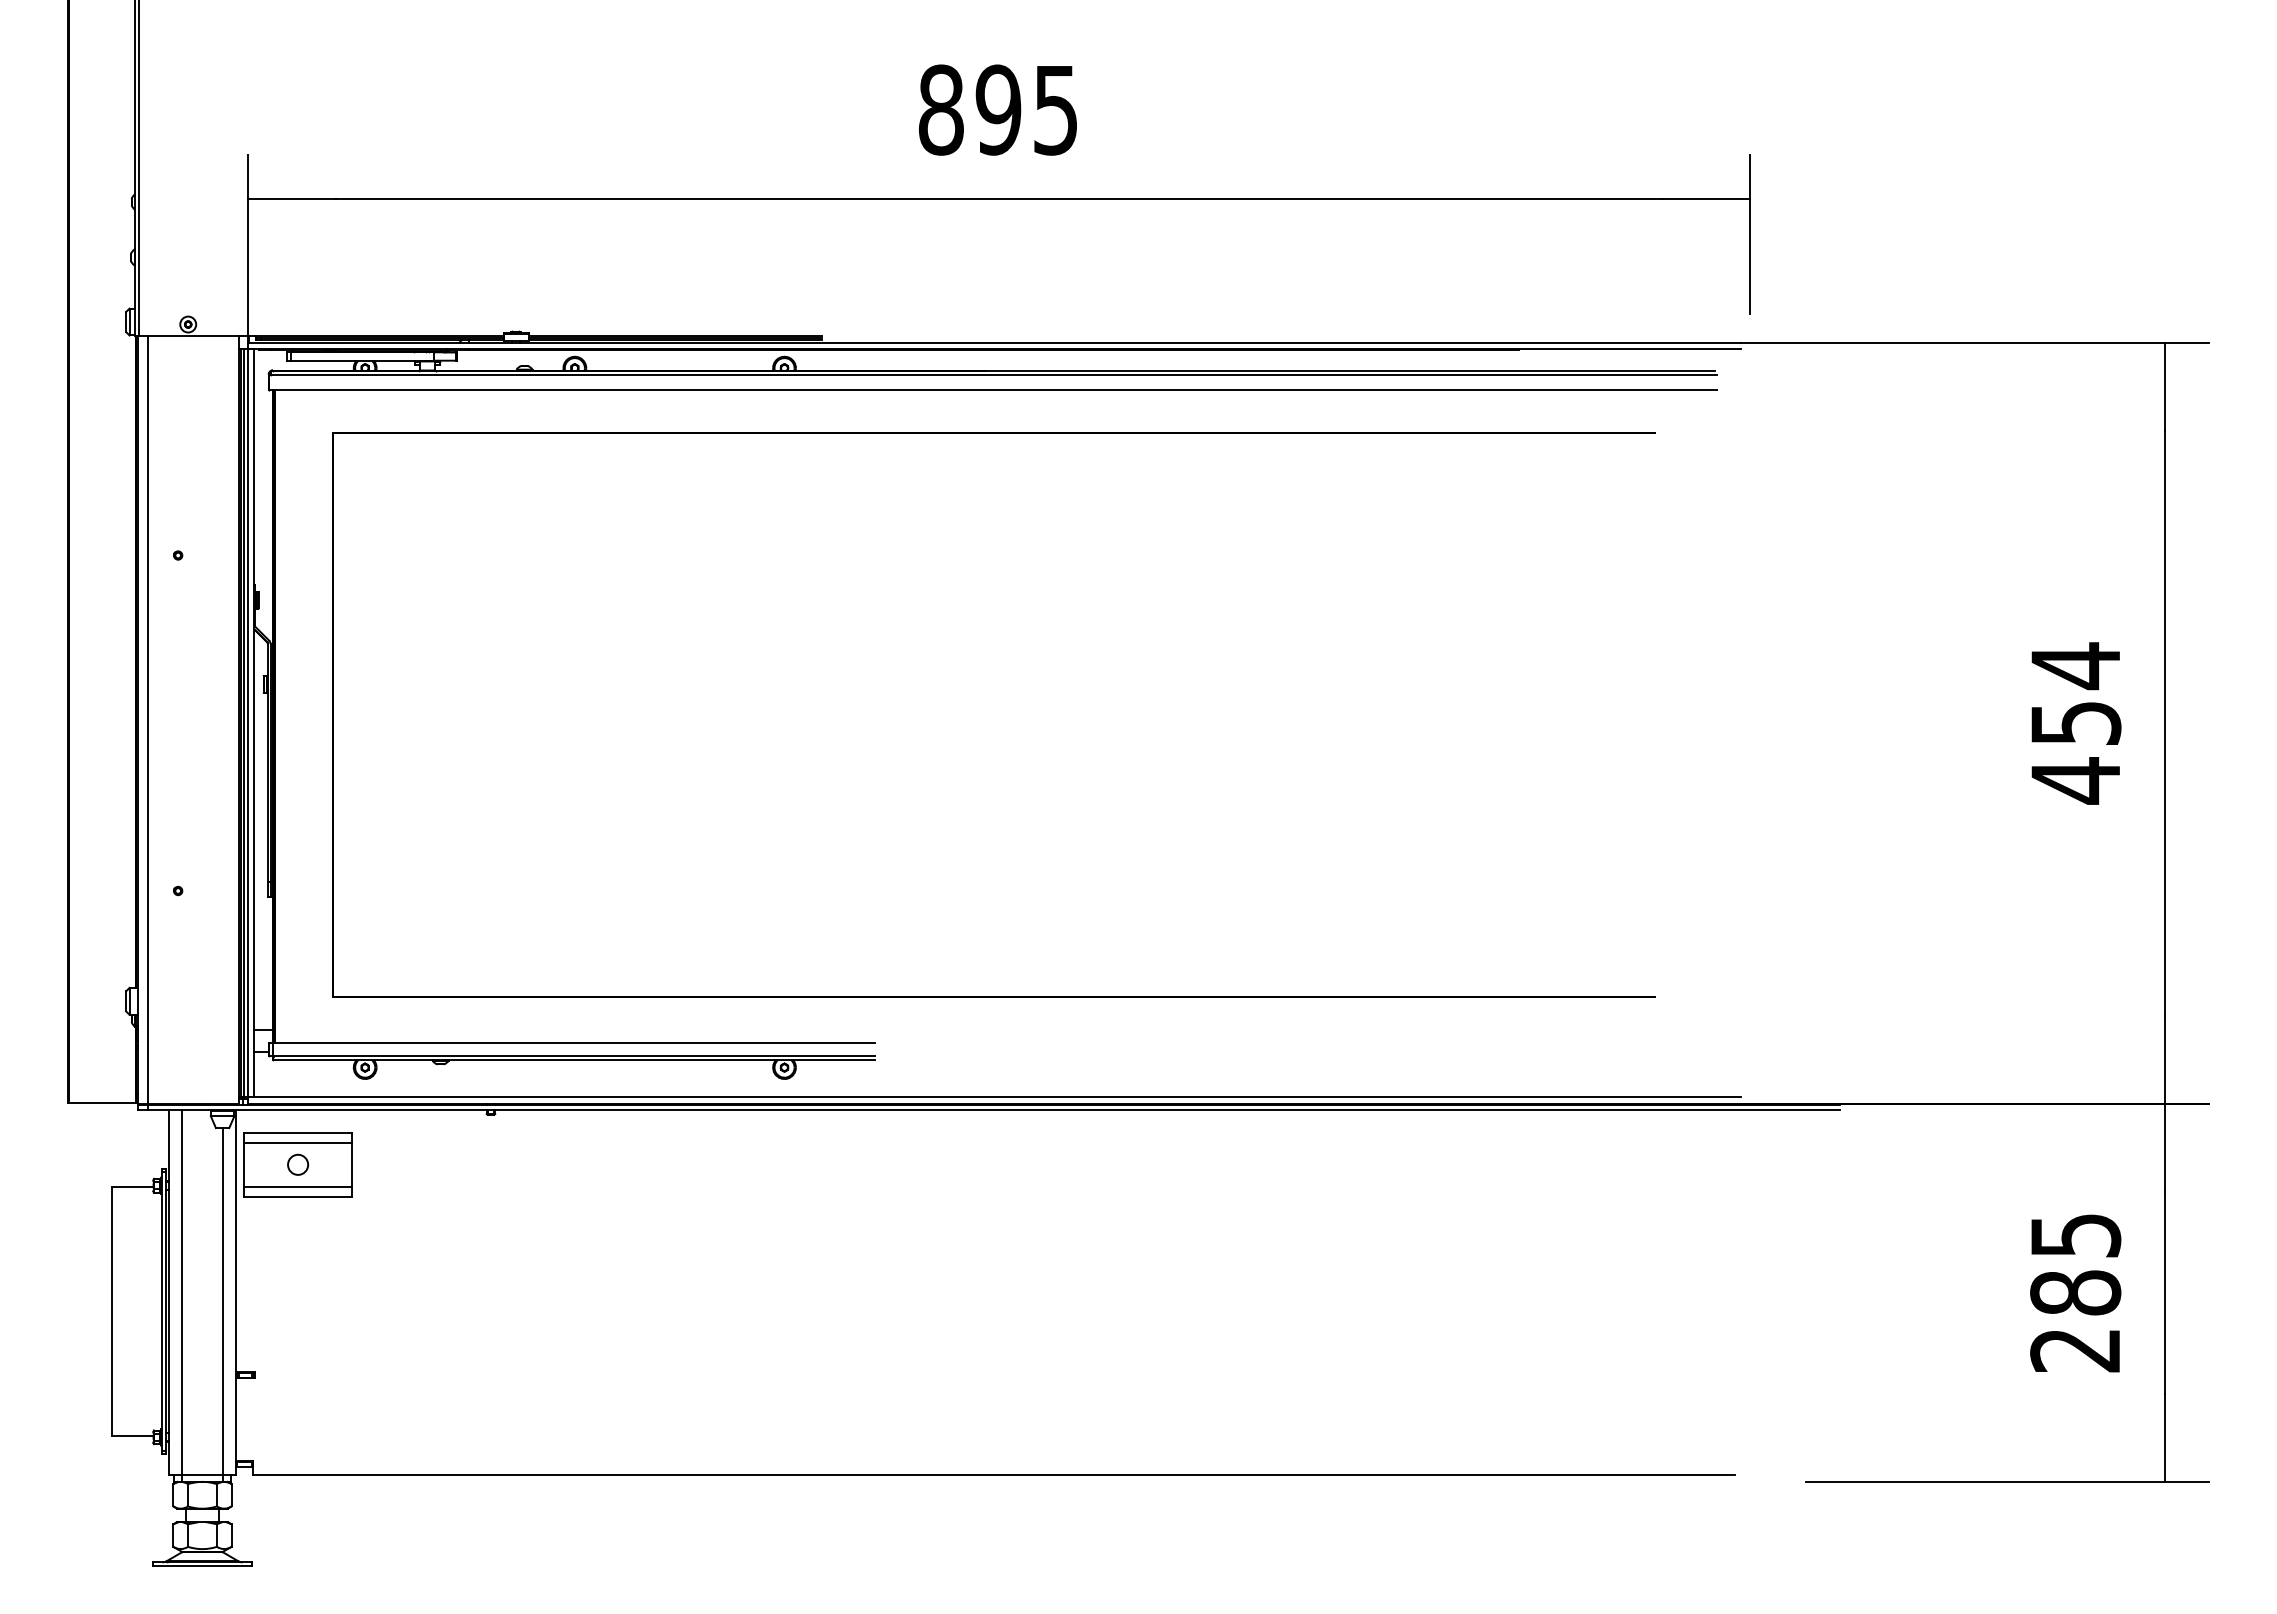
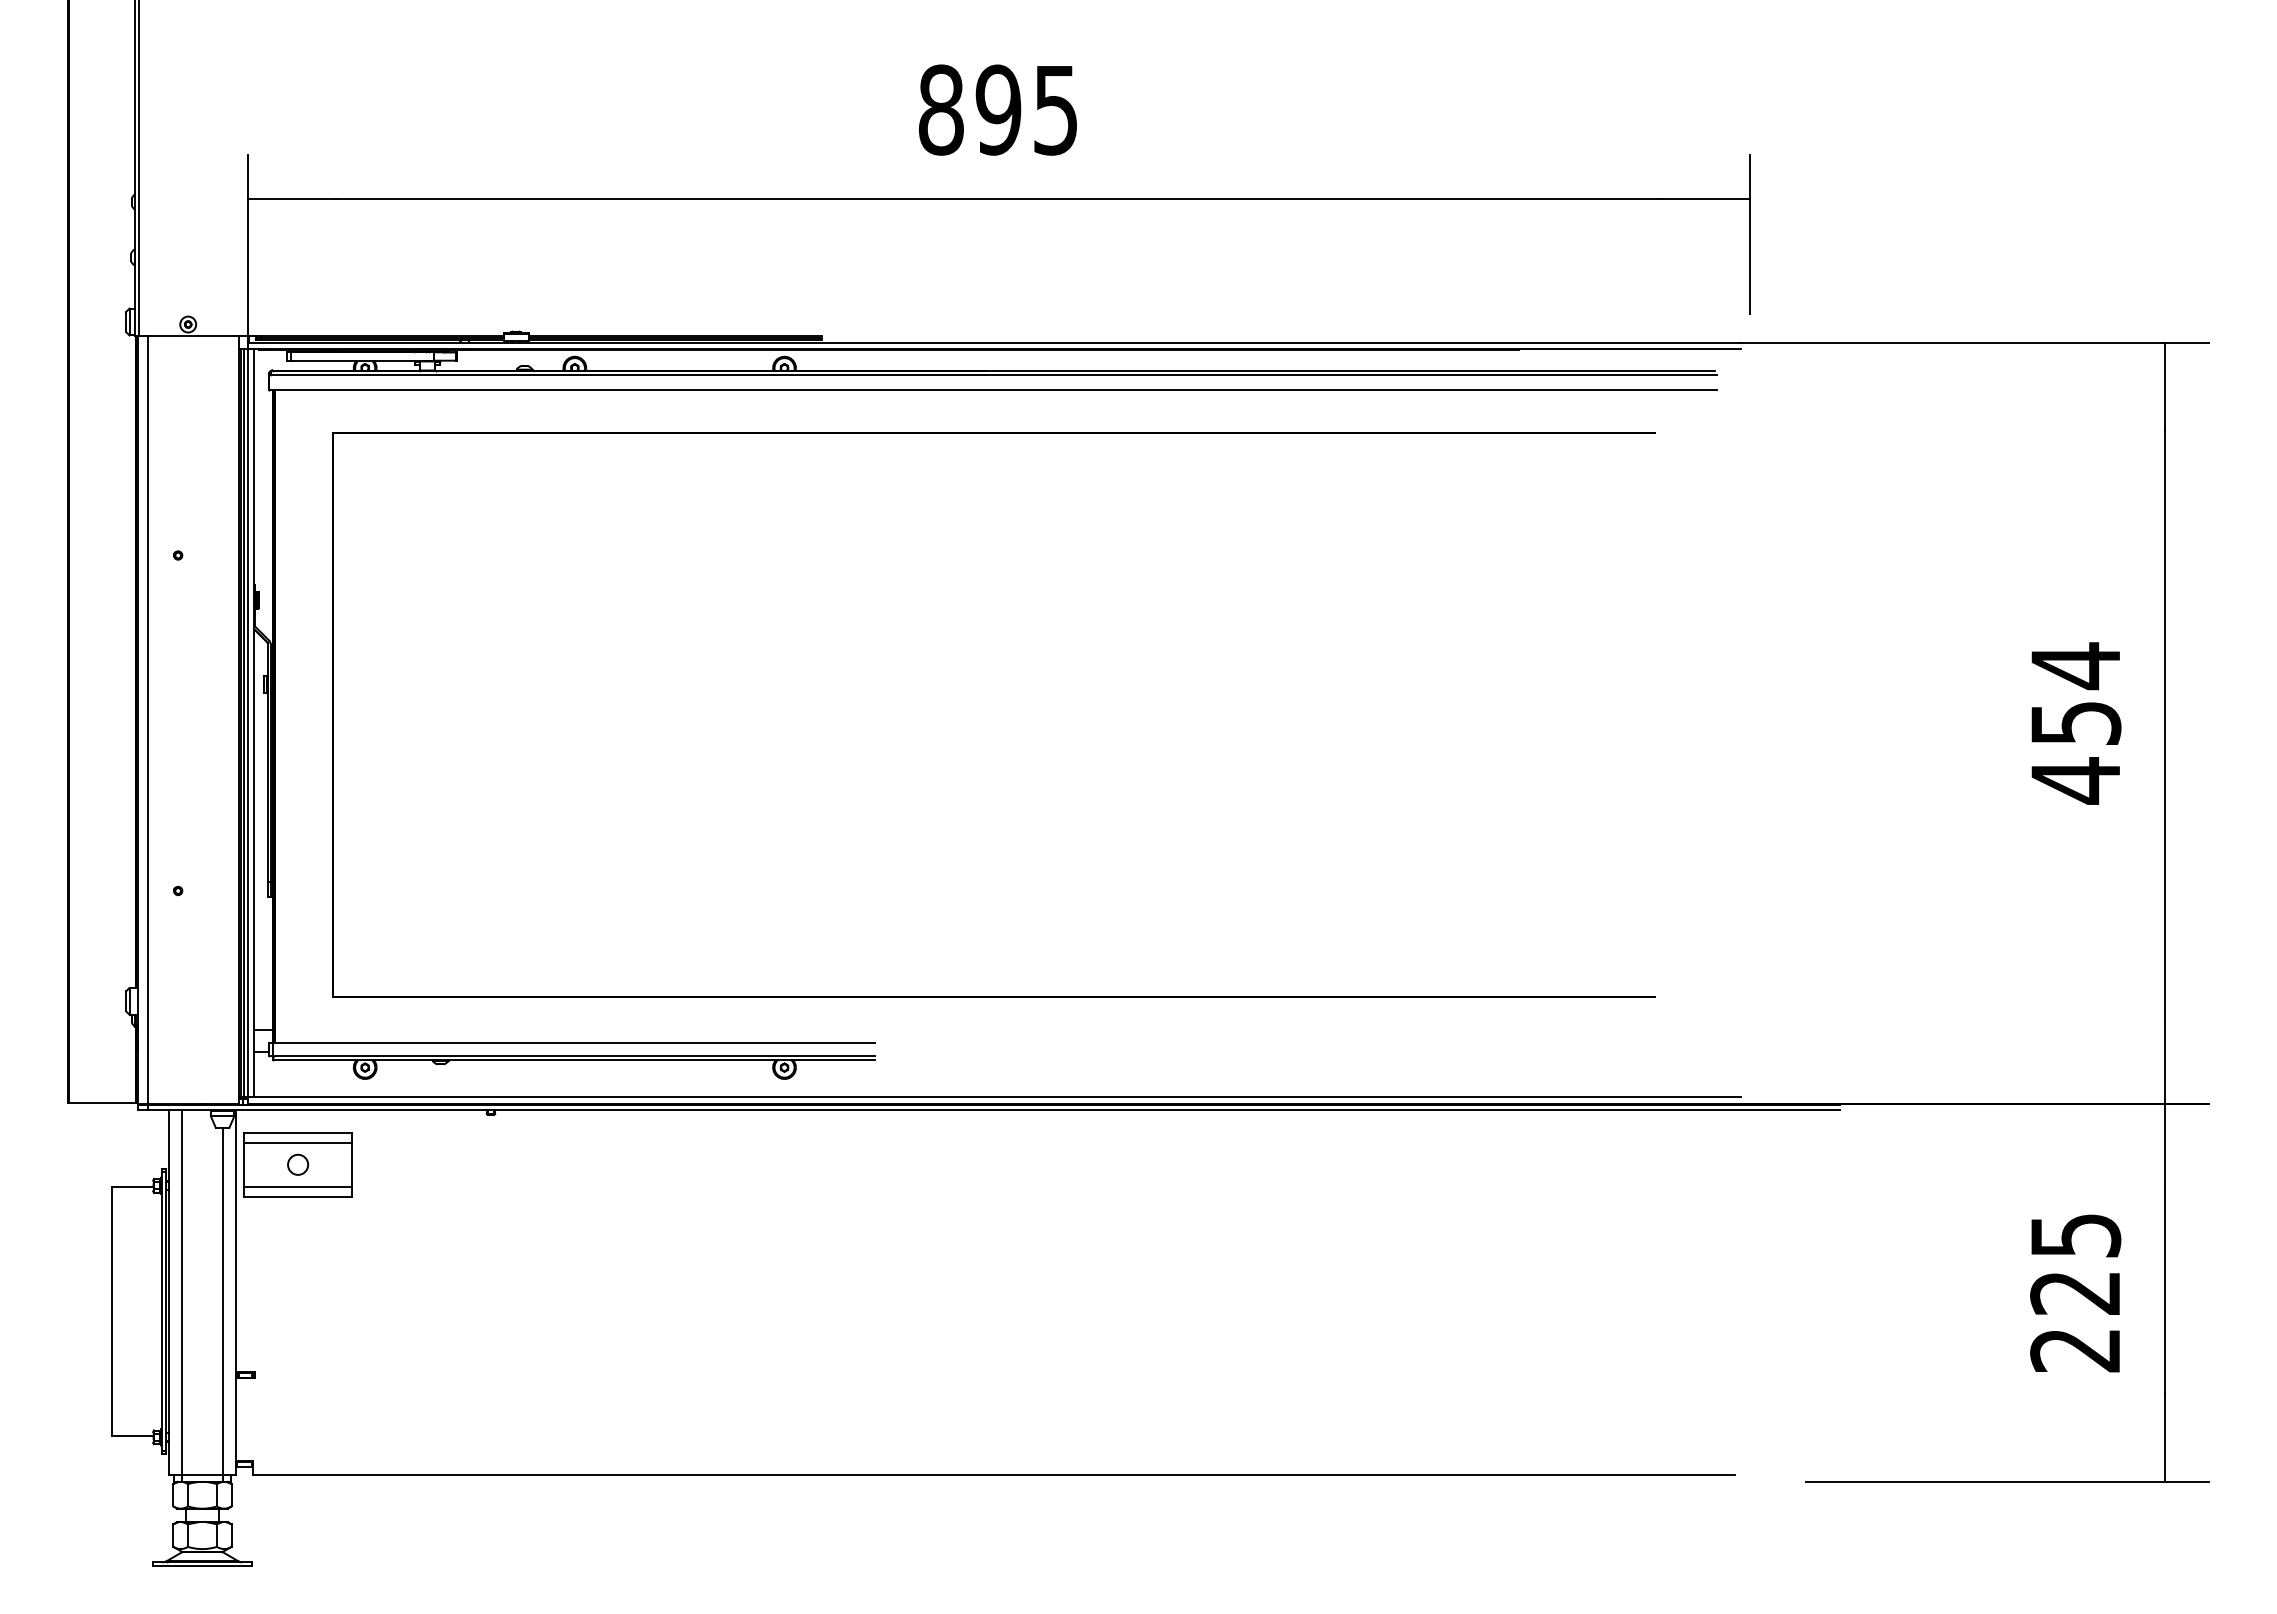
text at (2075, 1292): 285 -> 225
